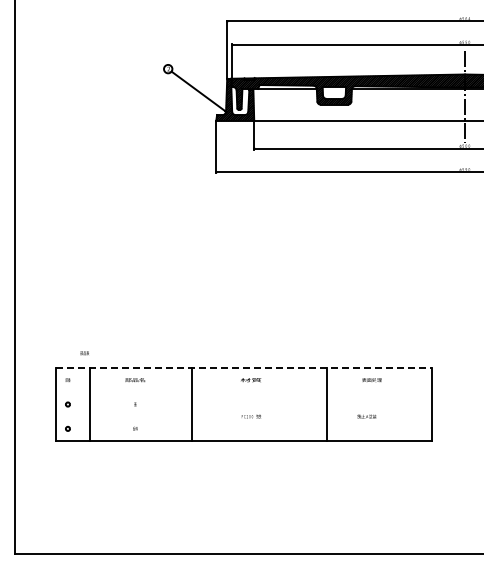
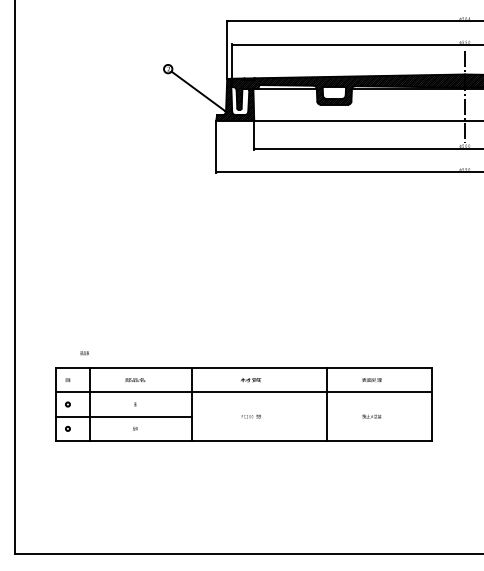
line at (244, 368): dashed -> solid
line at (243, 392): none -> present
line at (123, 416): none -> present
text at (366, 416) position: (366, 416) -> (371, 416)
